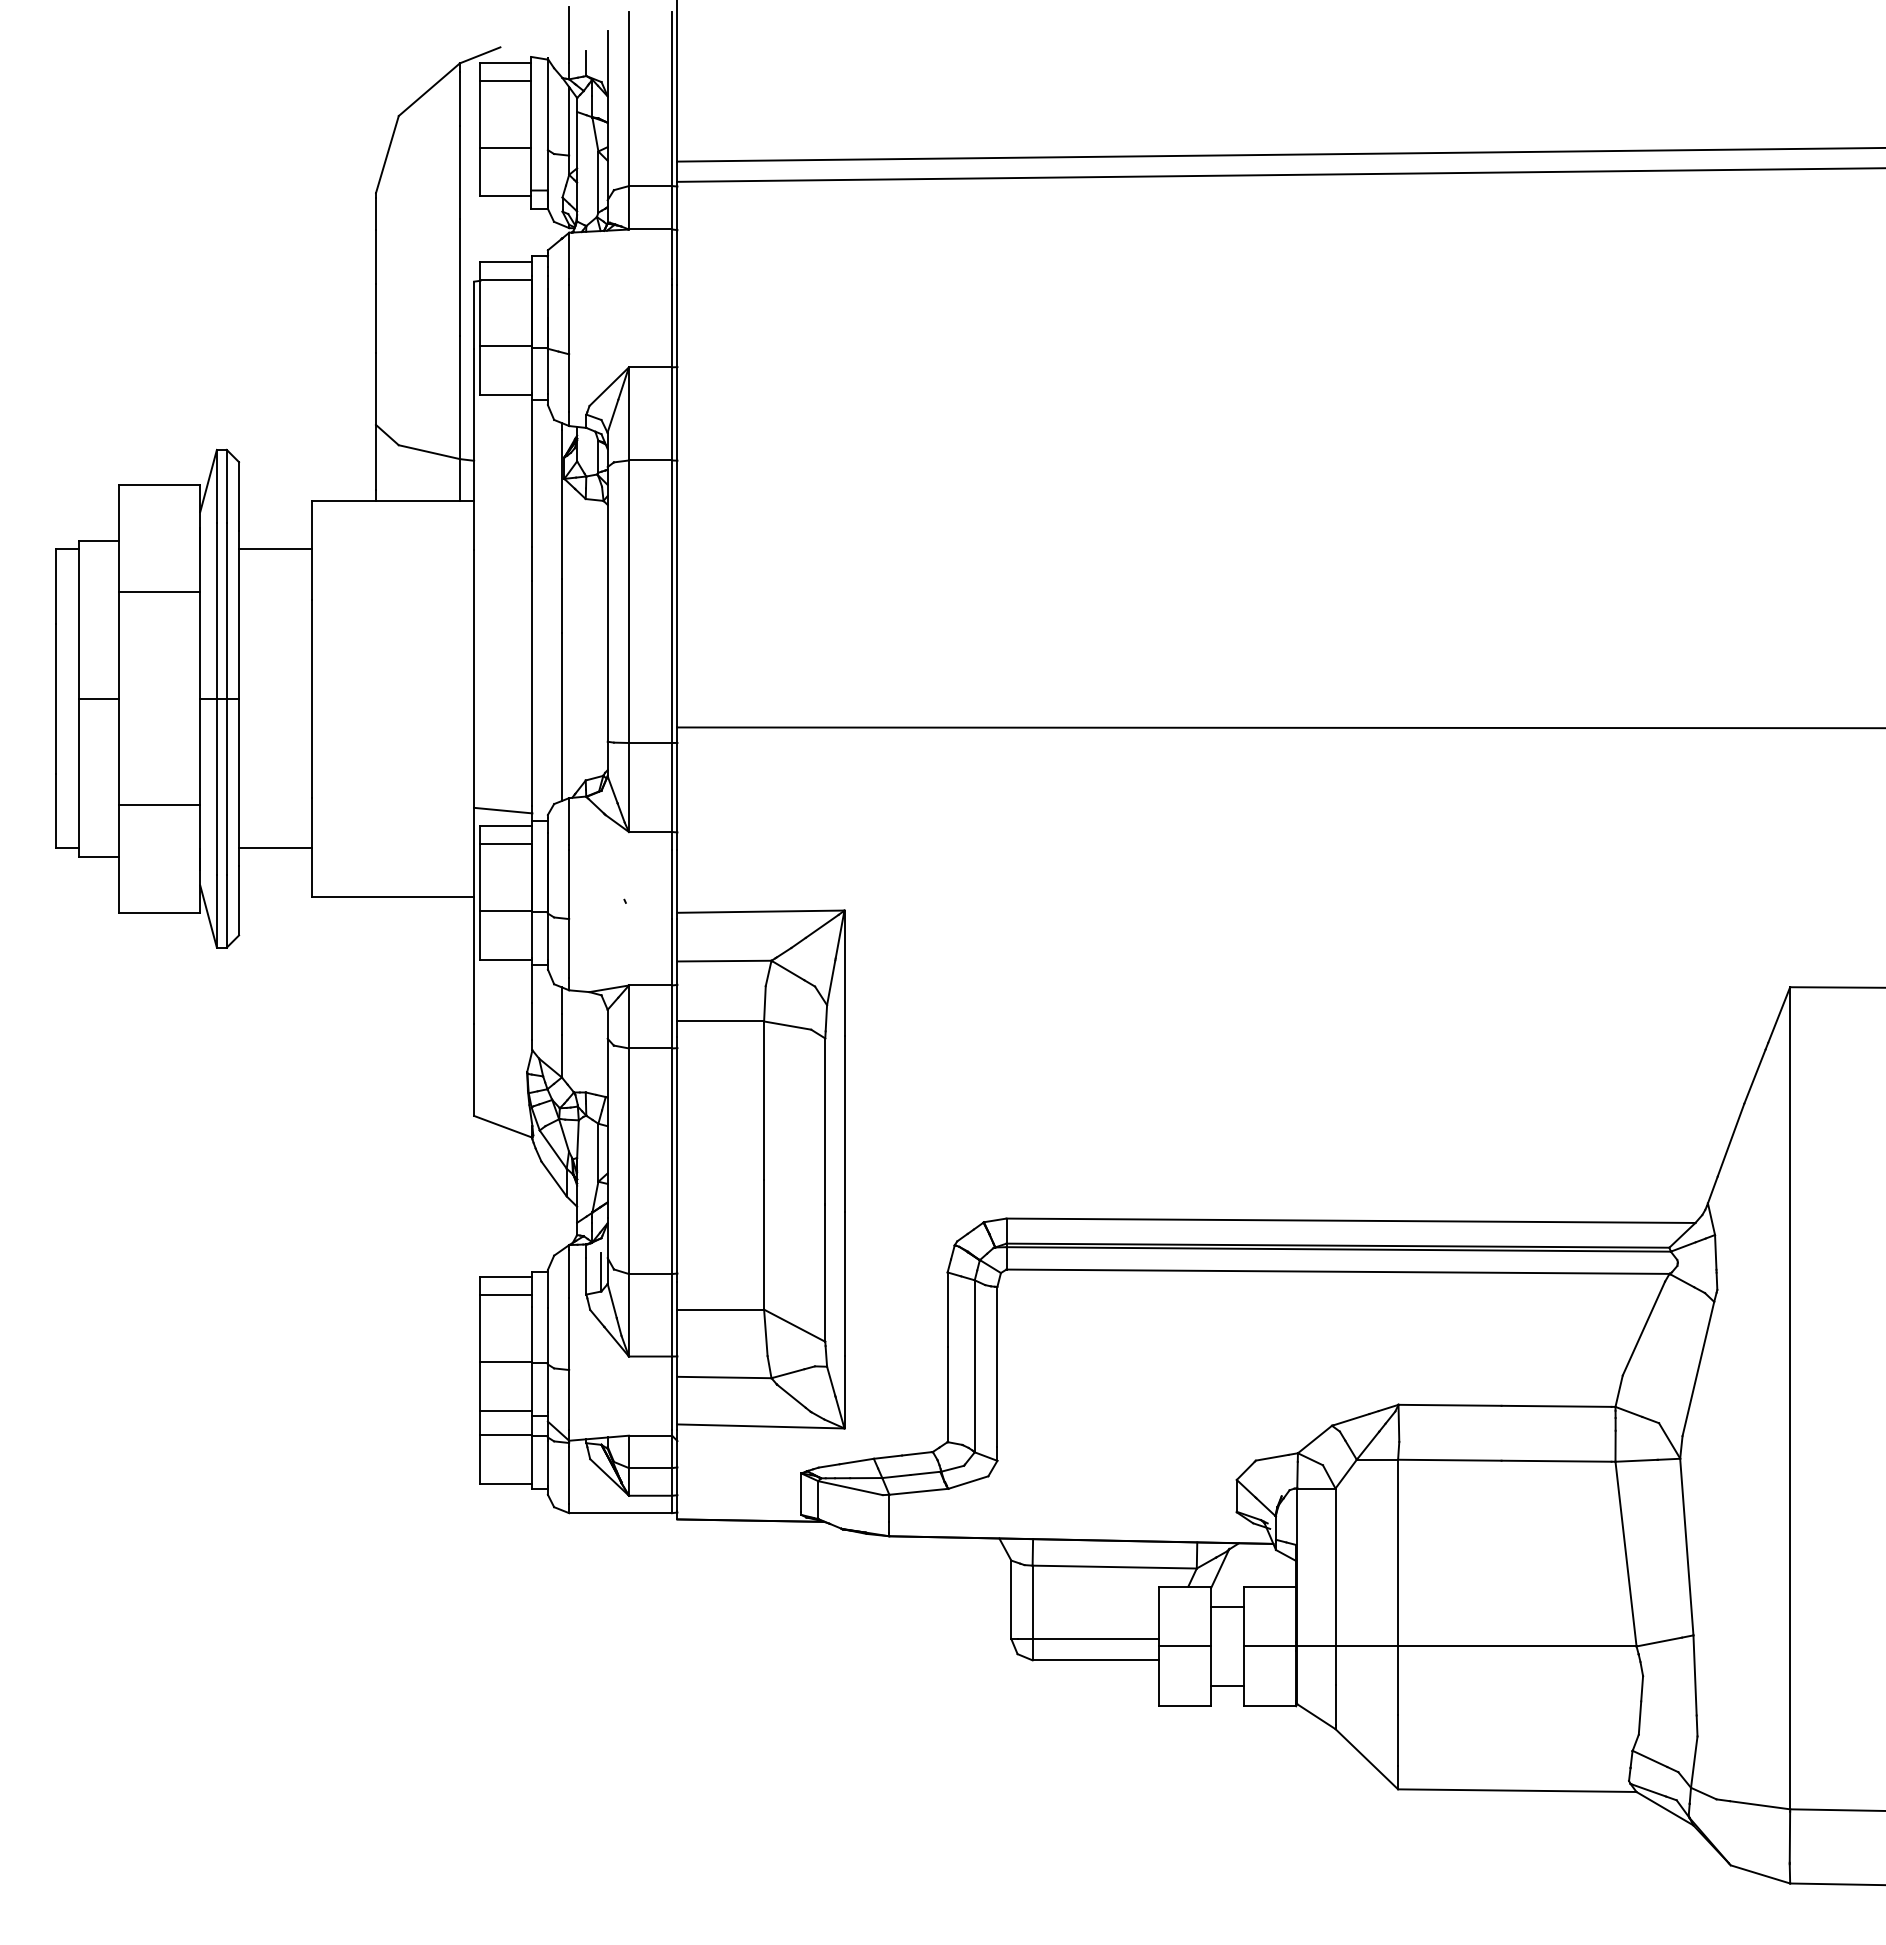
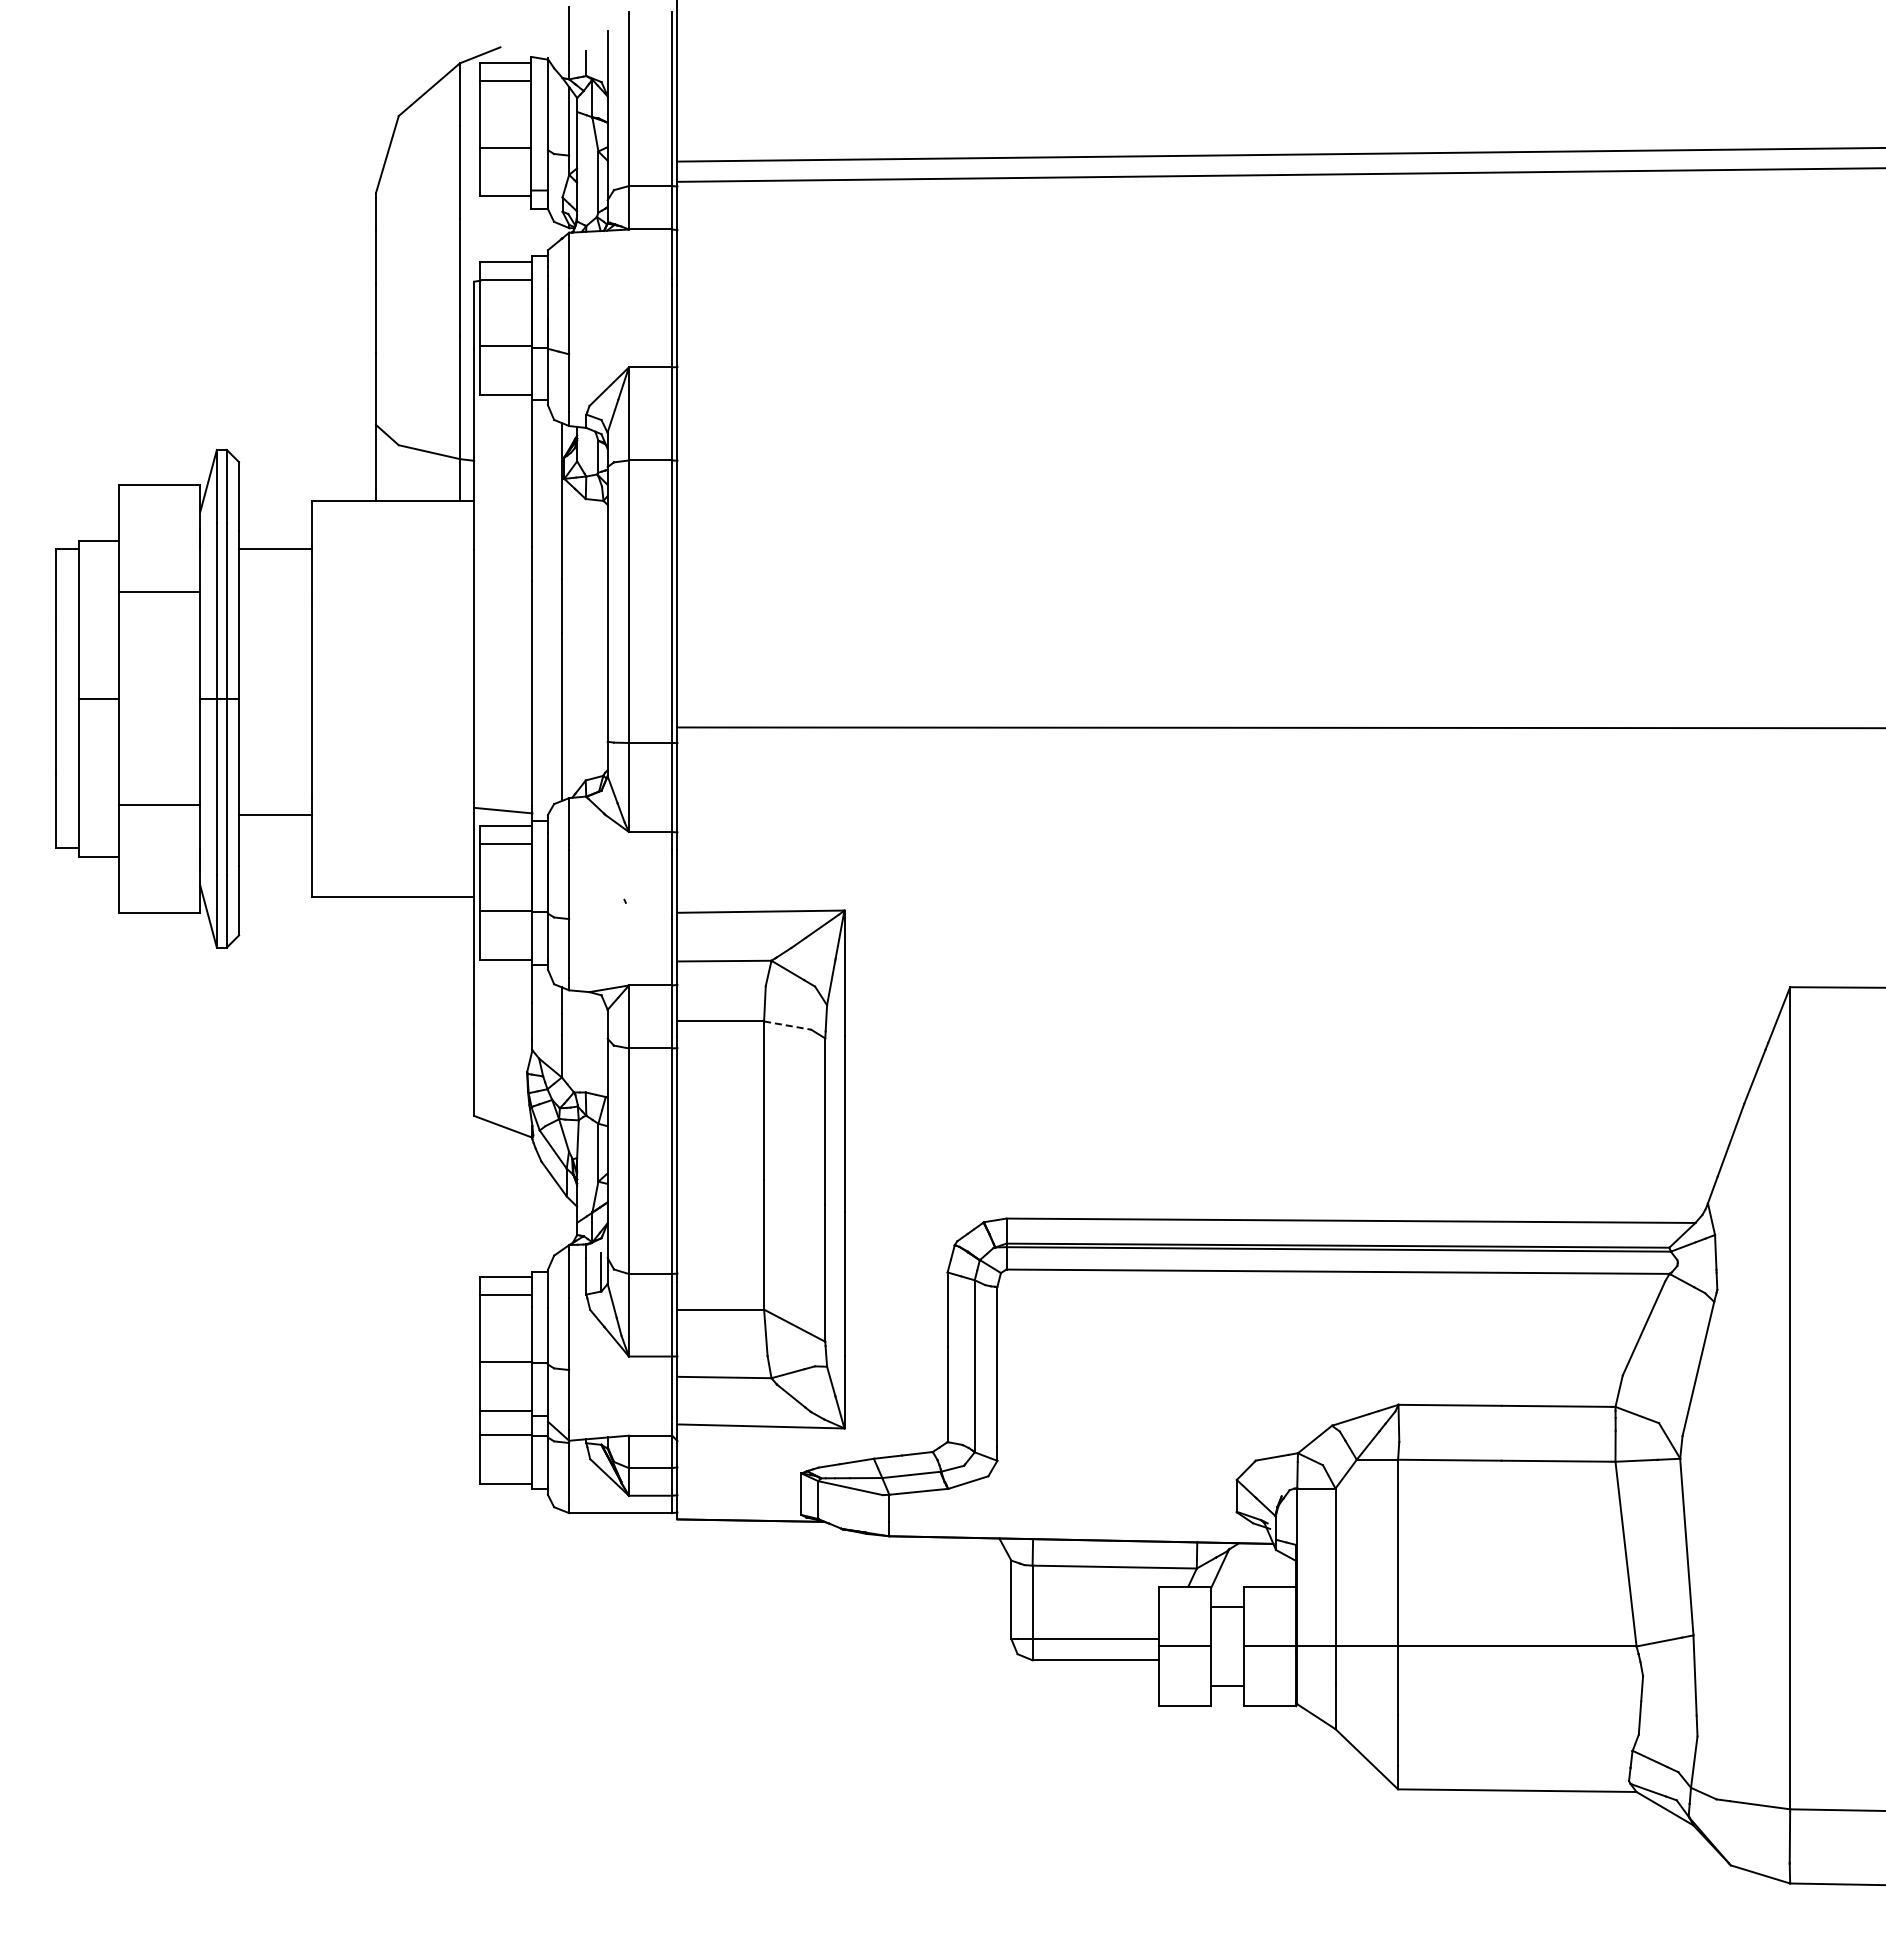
line at (275, 848) position: (275, 848) -> (275, 815)
line at (787, 1025): solid -> dashed
